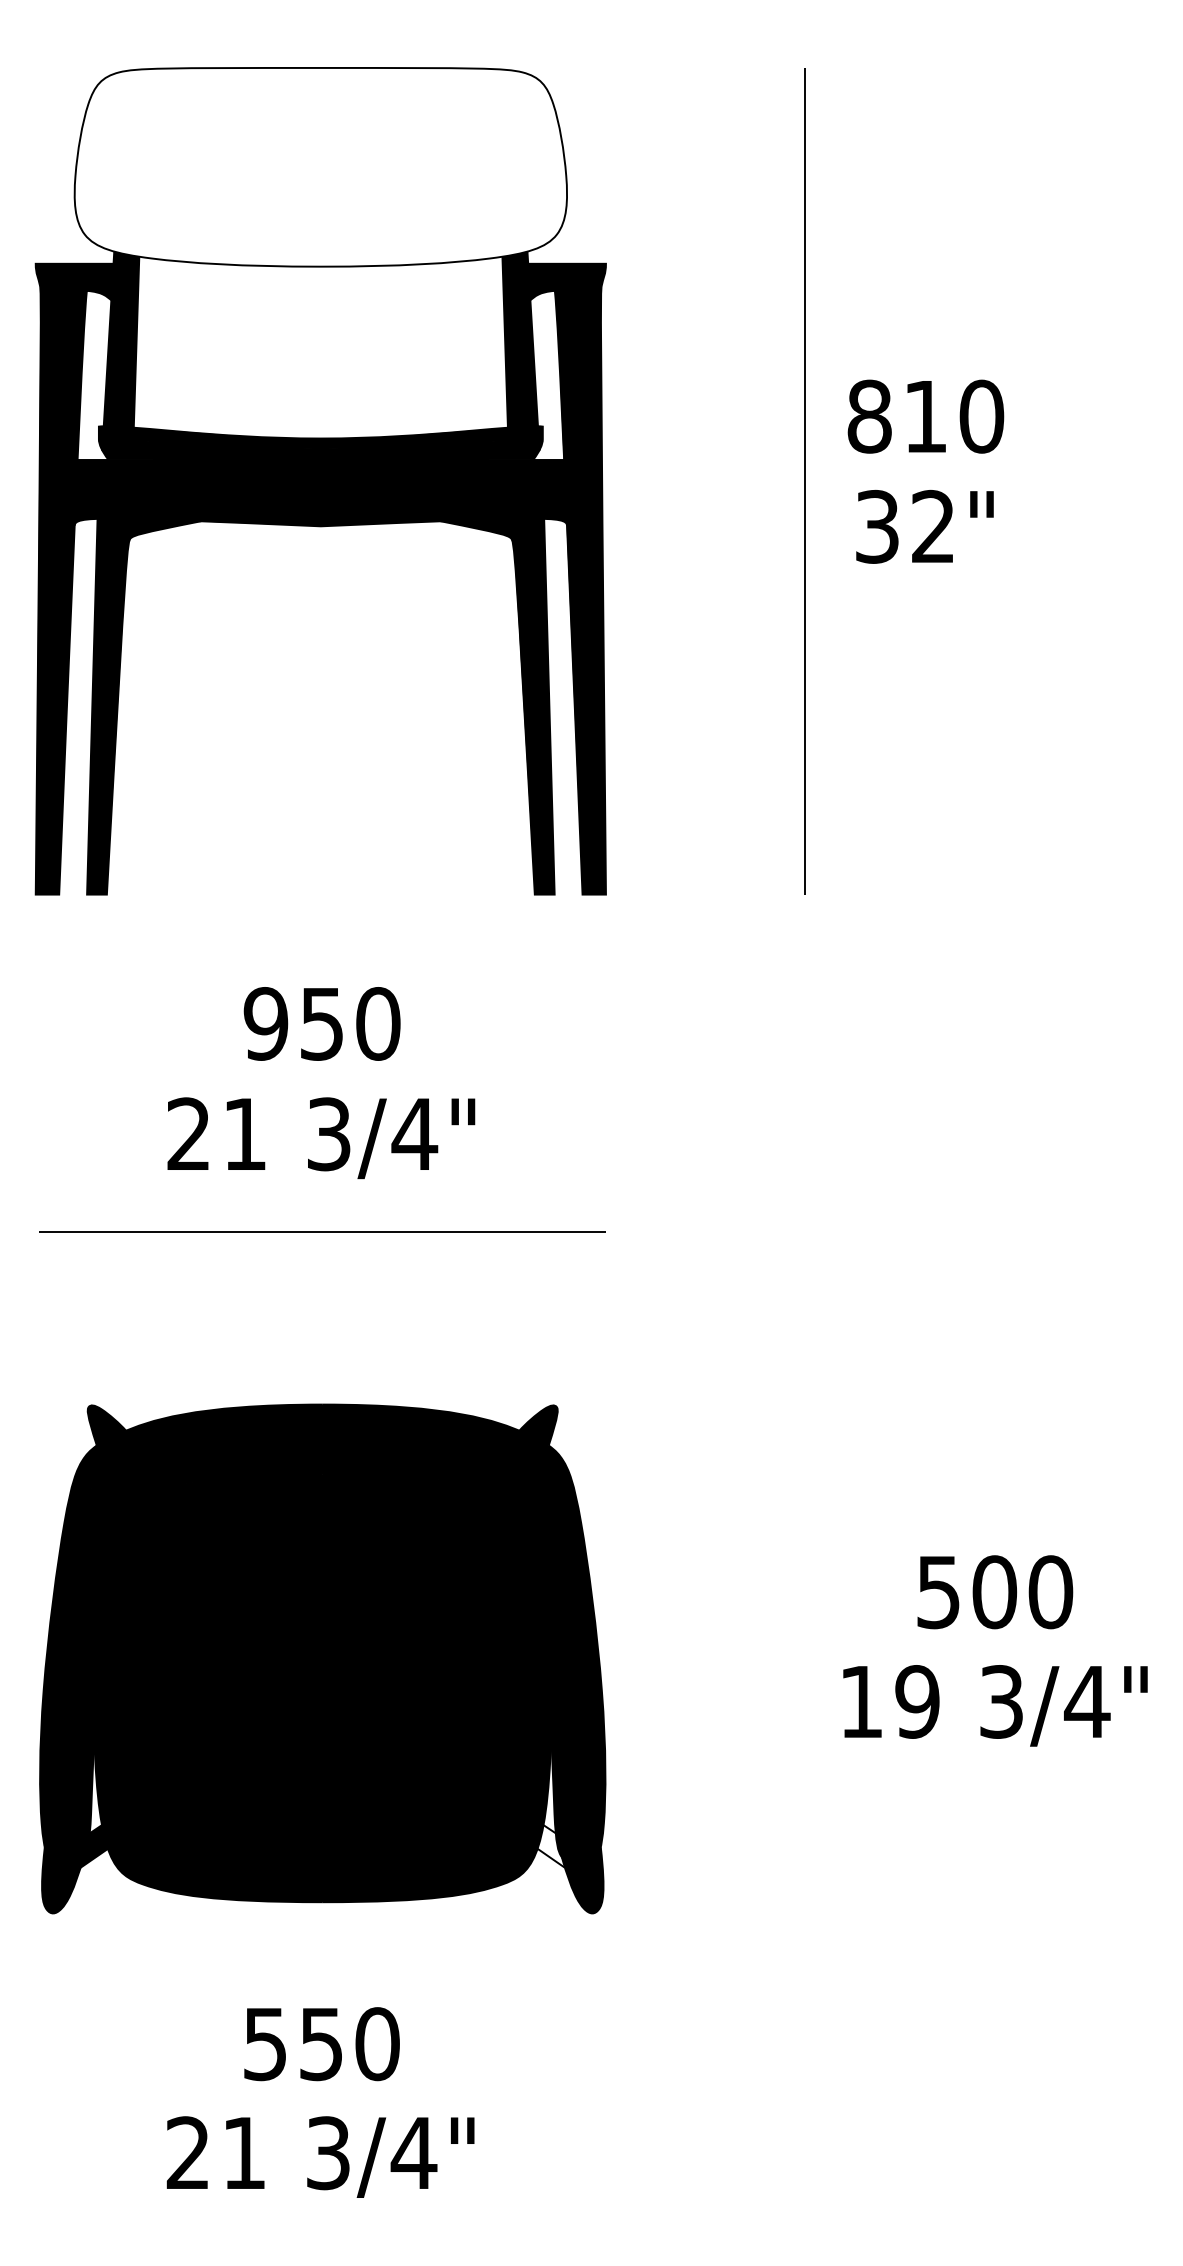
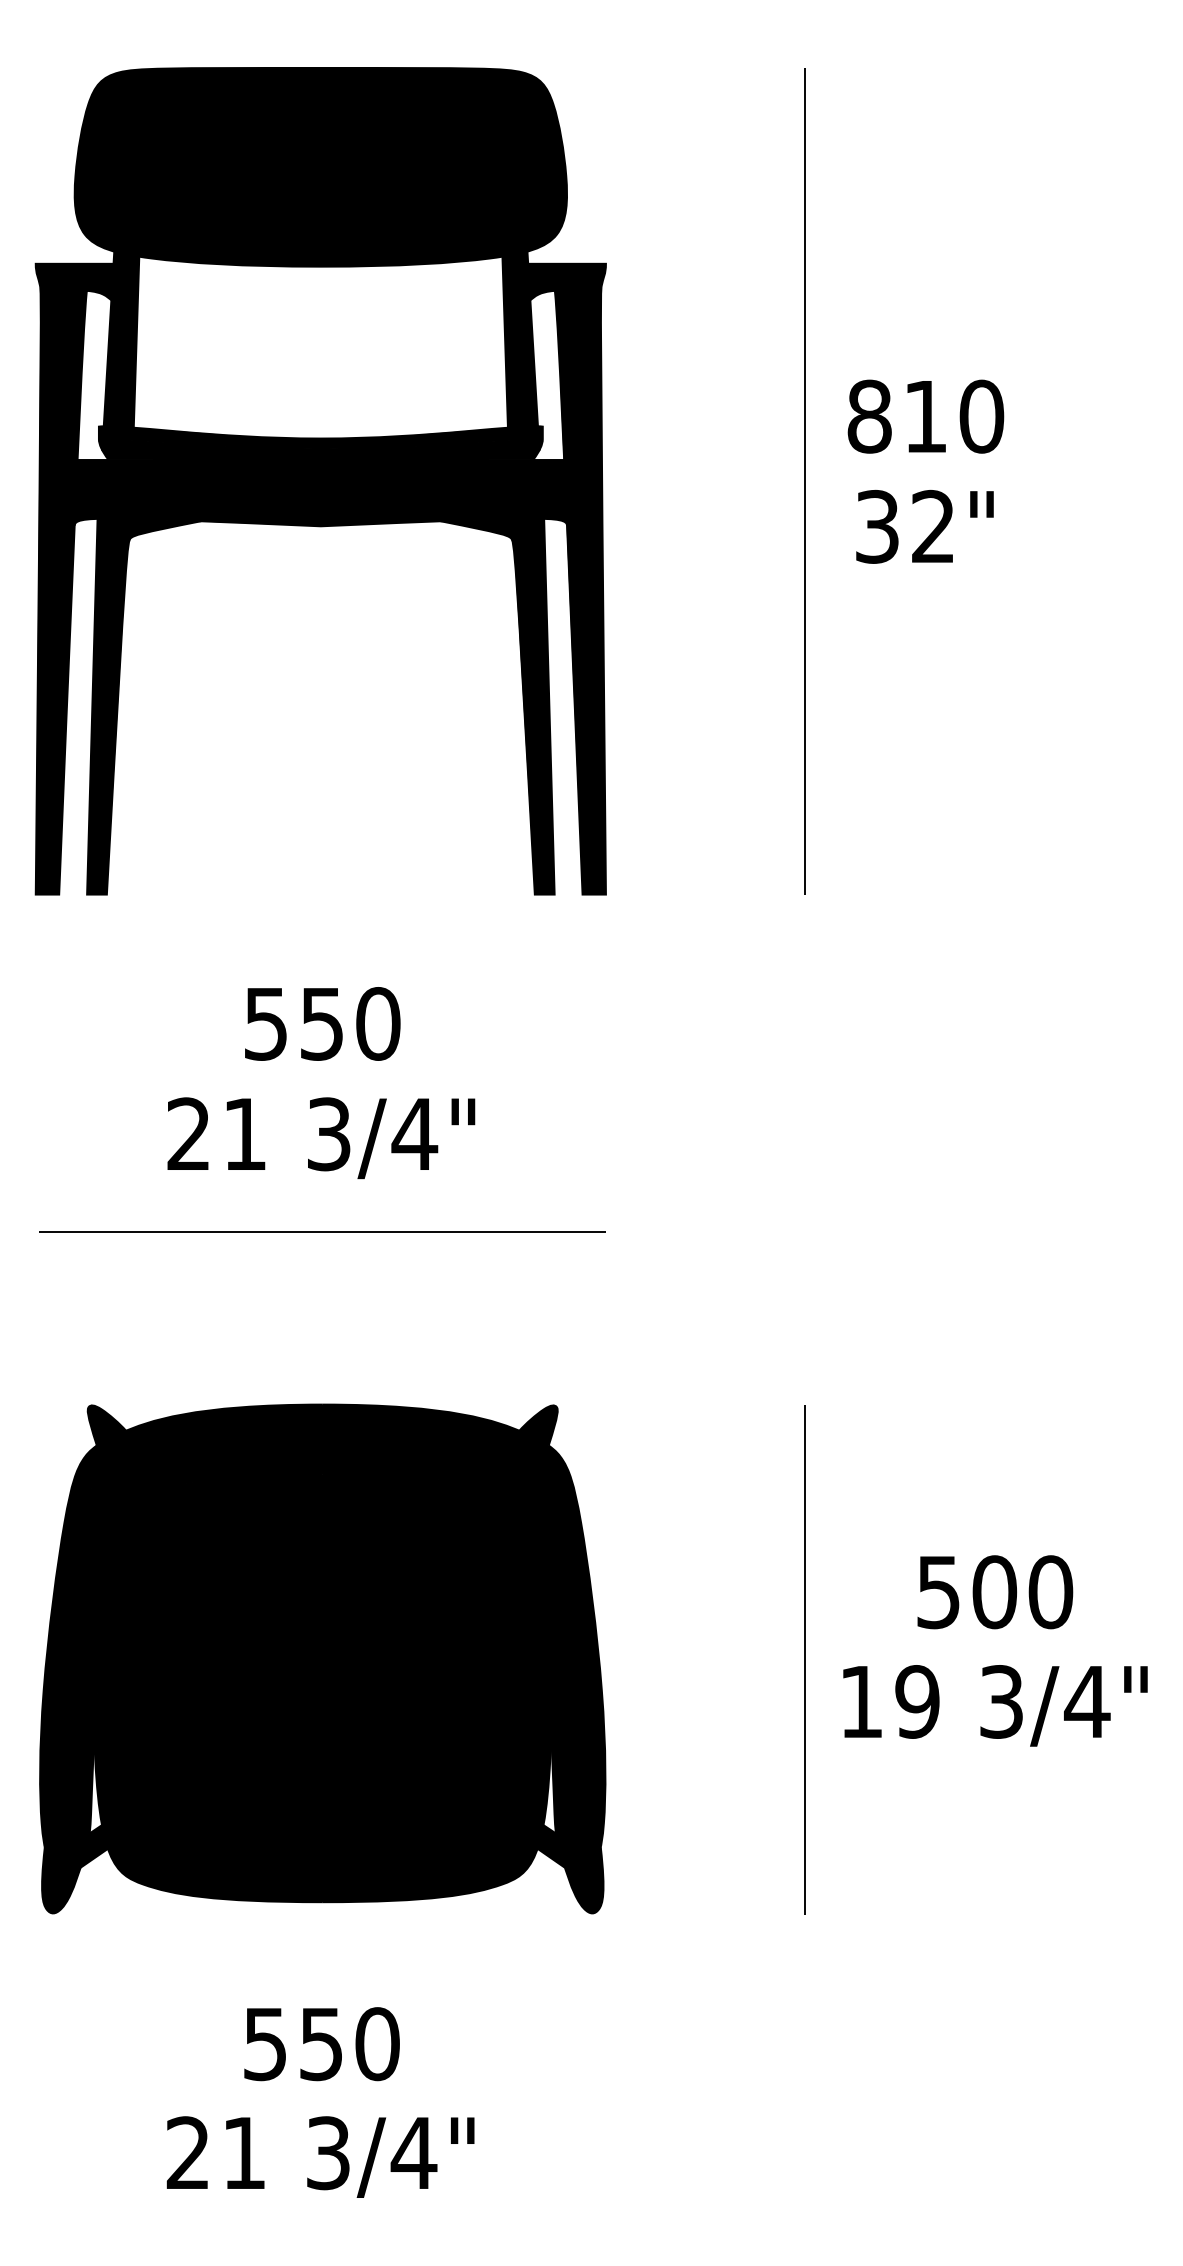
fill at (320, 166): none -> present
text at (265, 1023): 950 -> 550
line at (804, 1659): none -> present
fill at (550, 1846): none -> present
